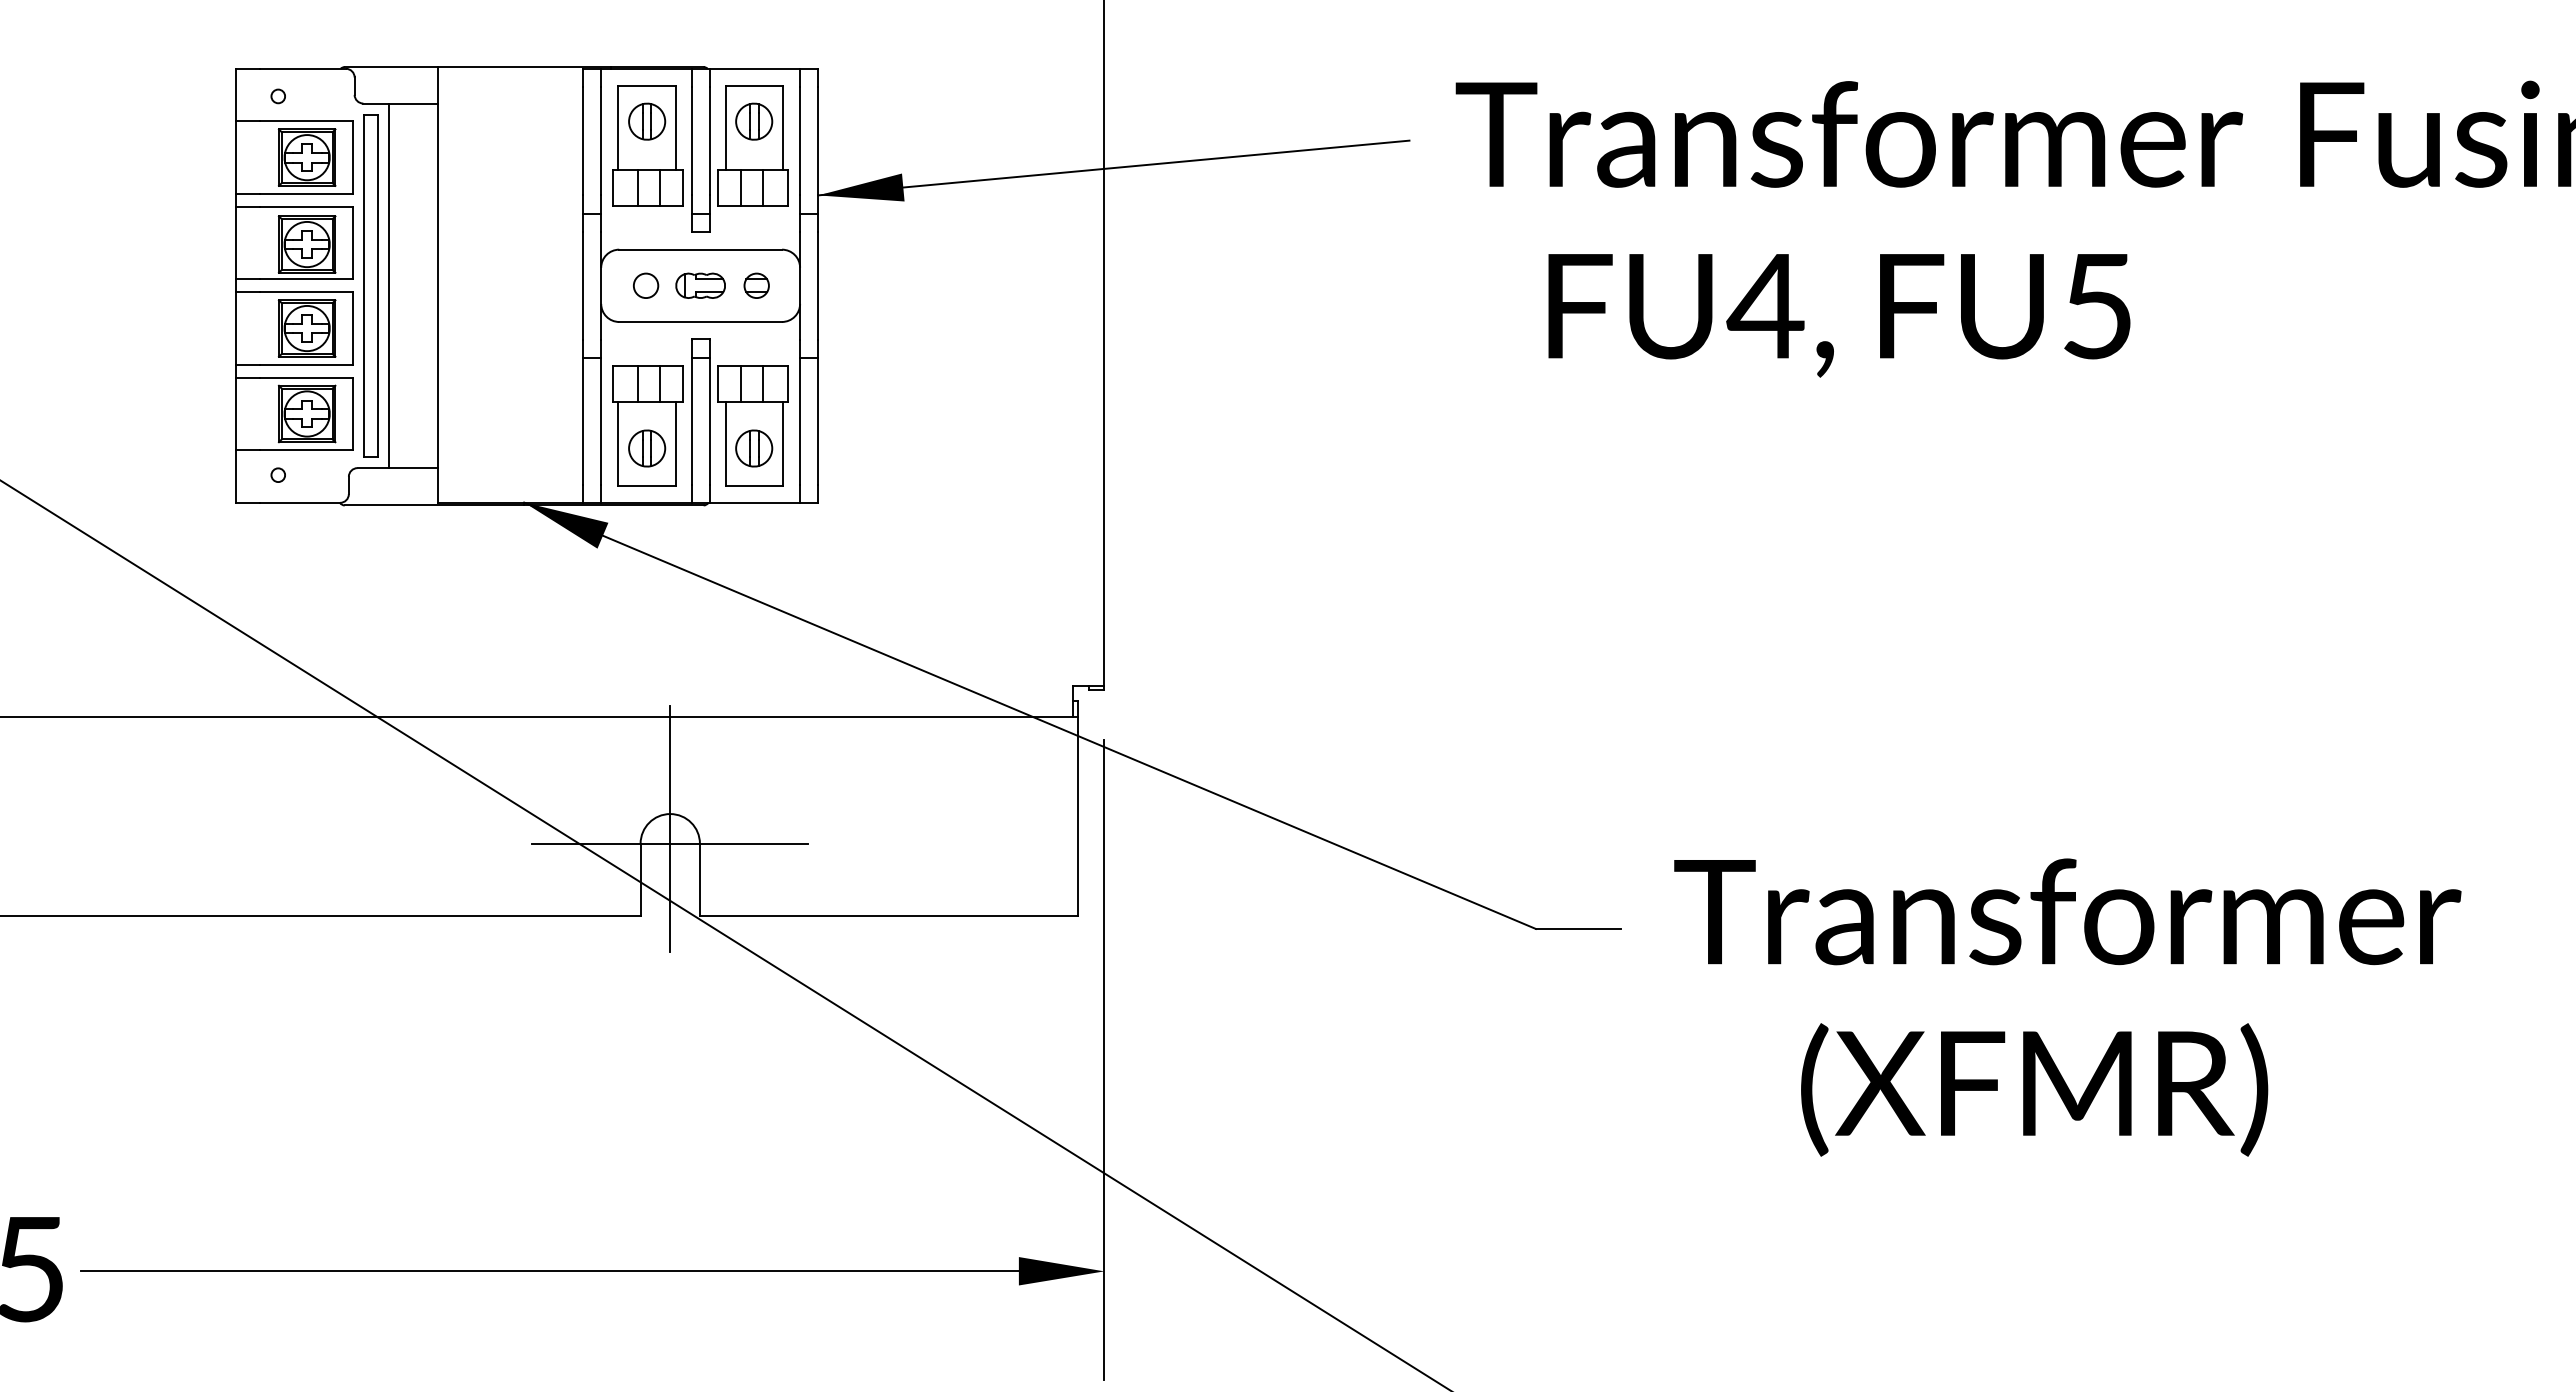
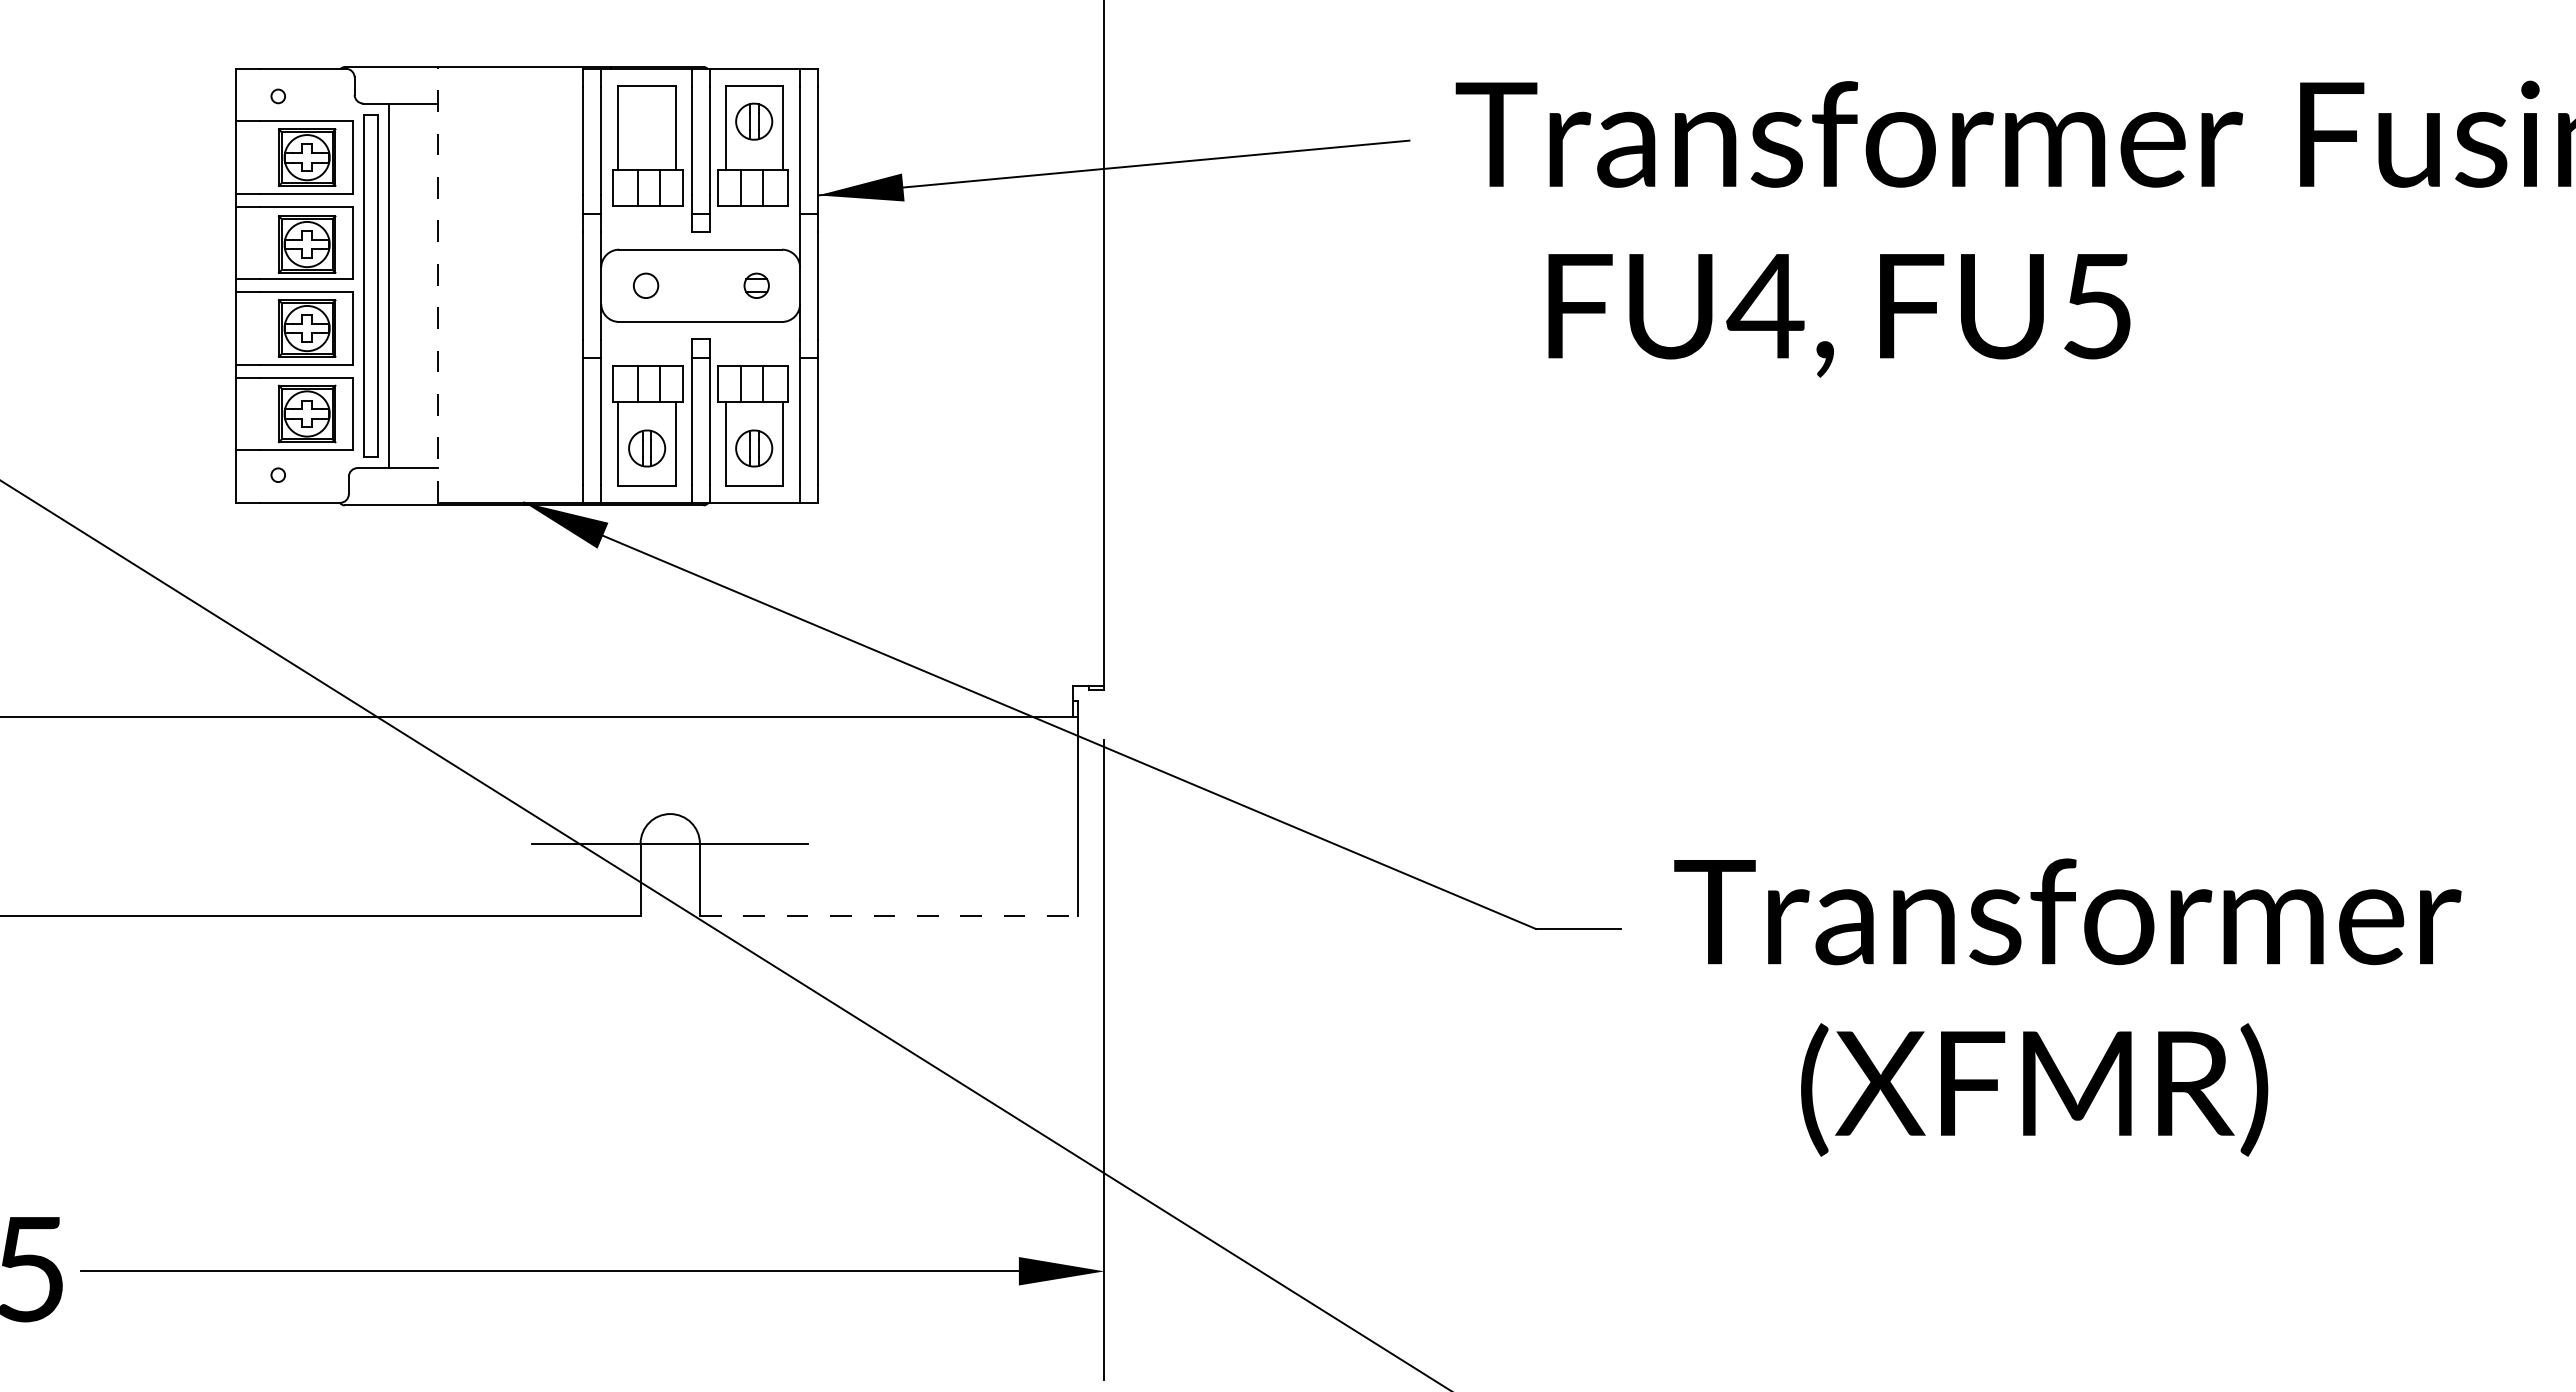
part at (647, 121): present -> none
line at (437, 284): solid -> dashed
part at (700, 285): present -> none
line at (670, 828): present -> none
line at (888, 916): solid -> dashed
